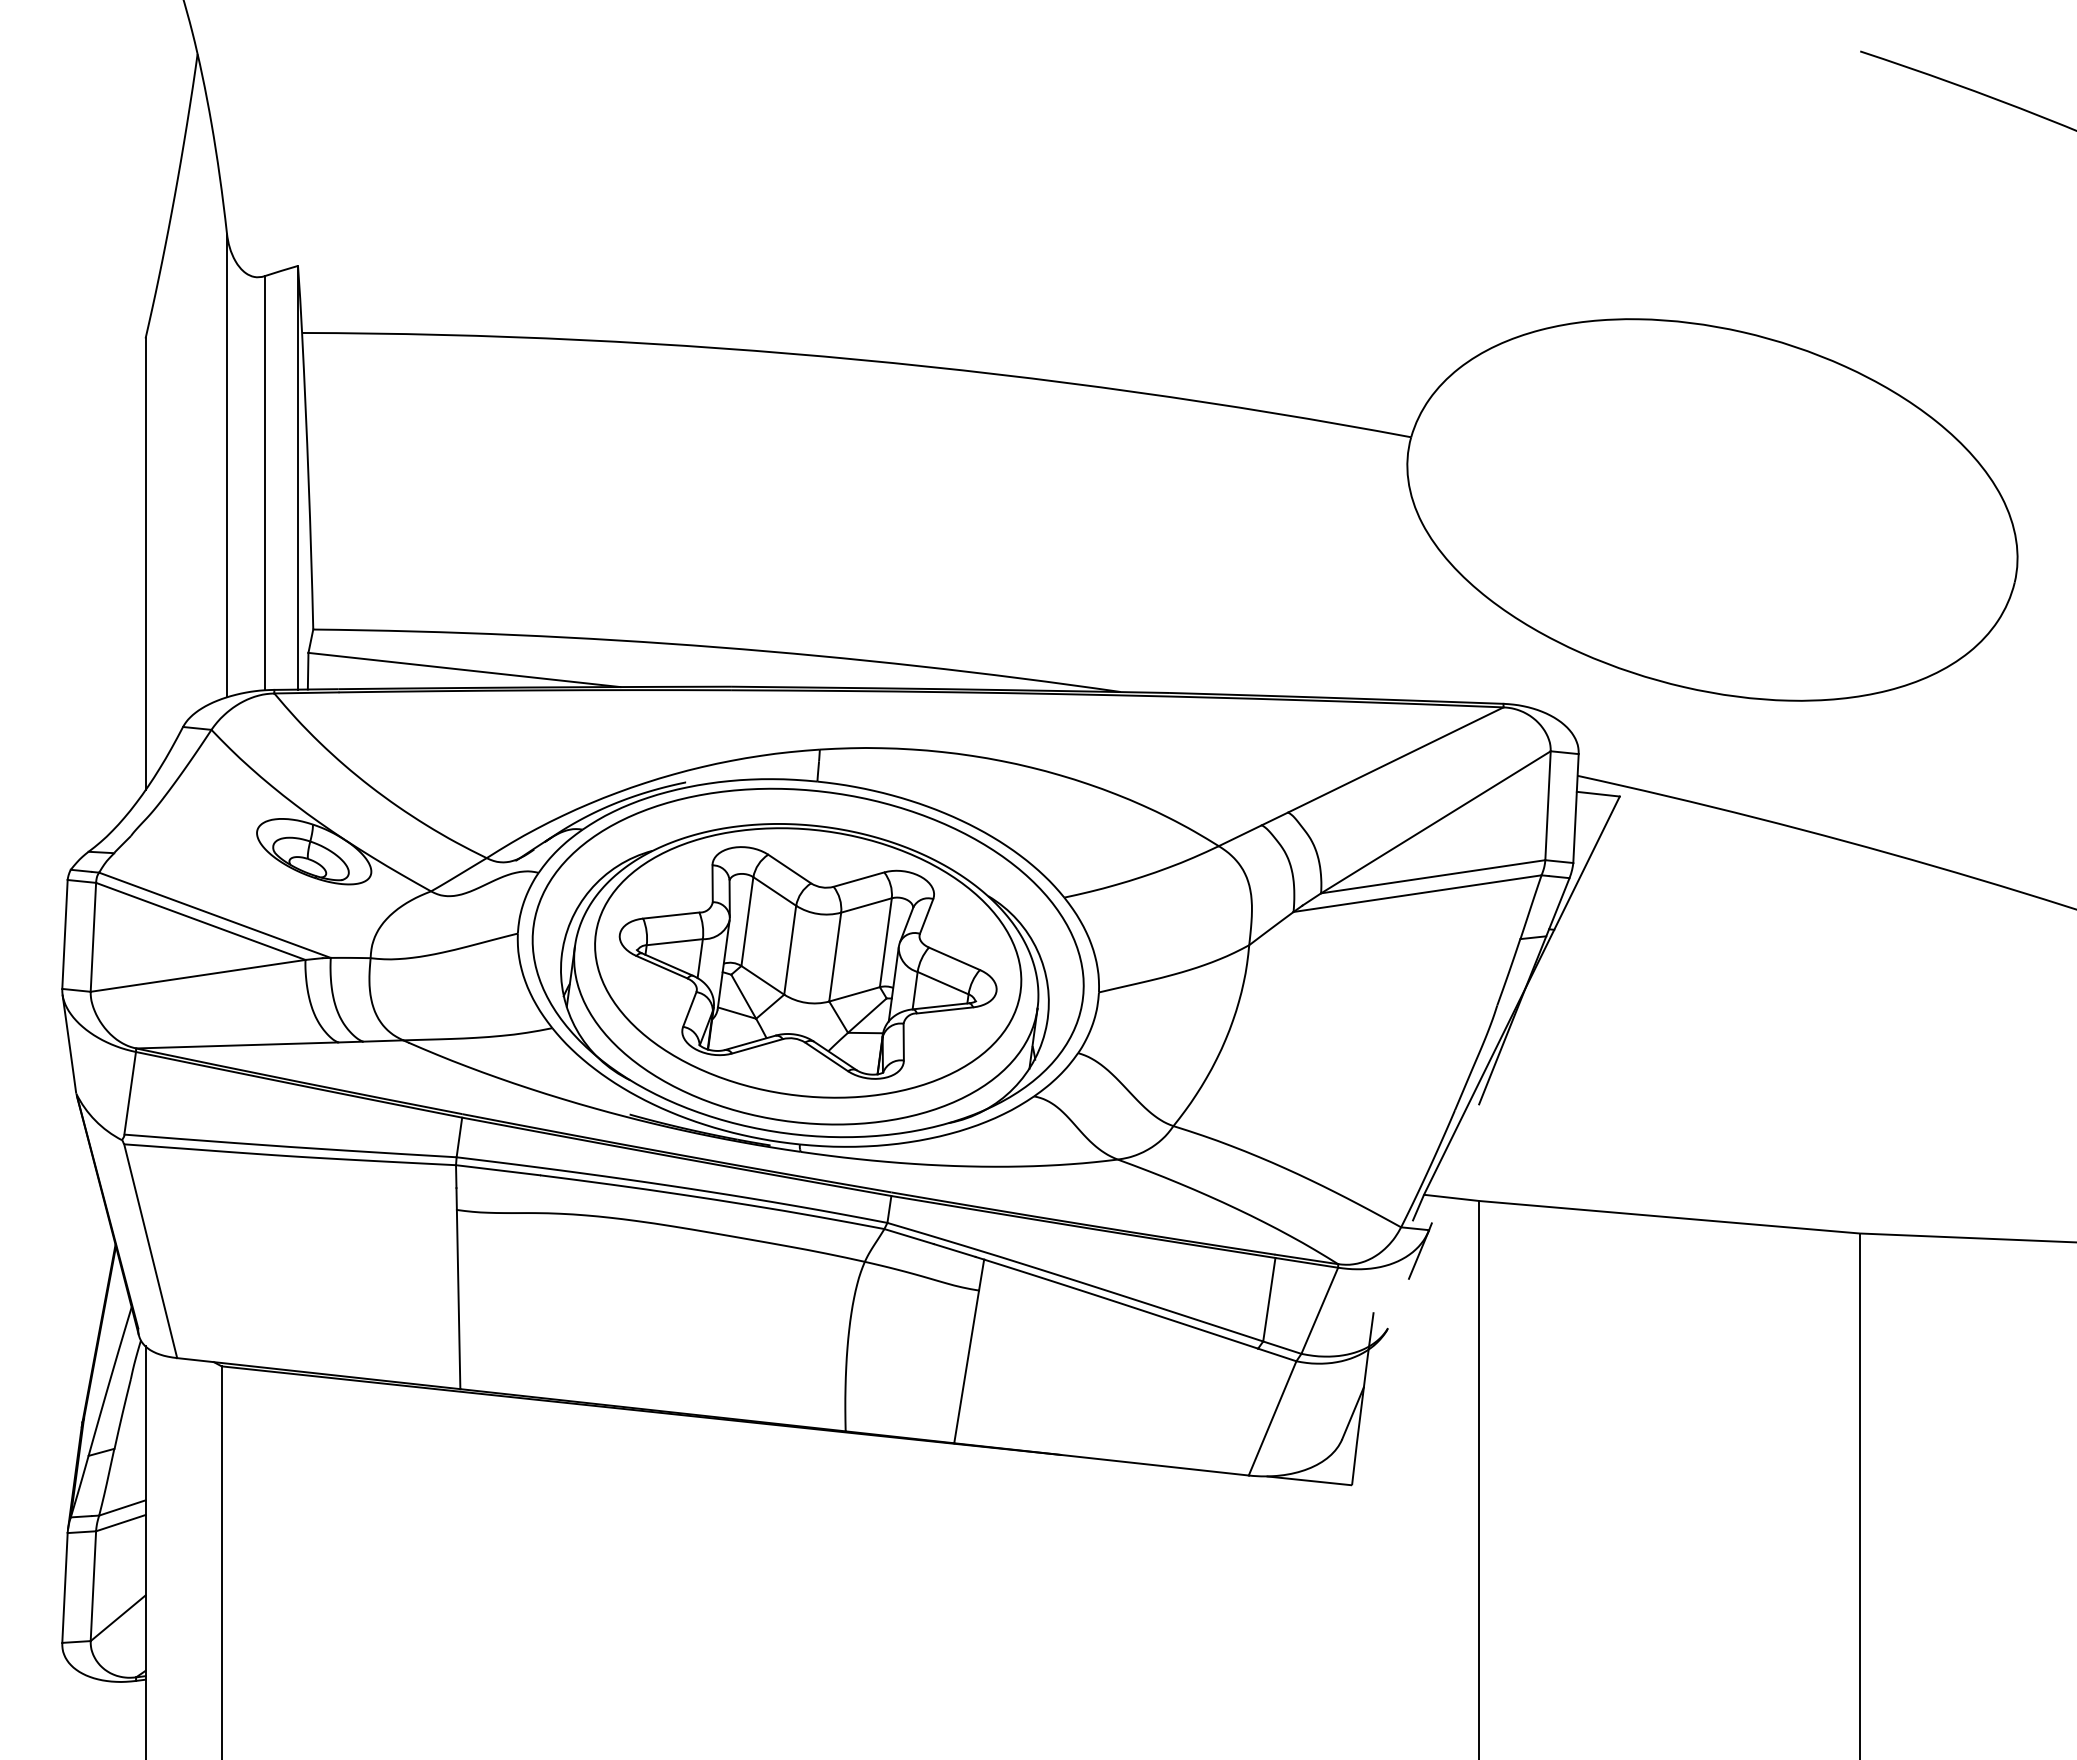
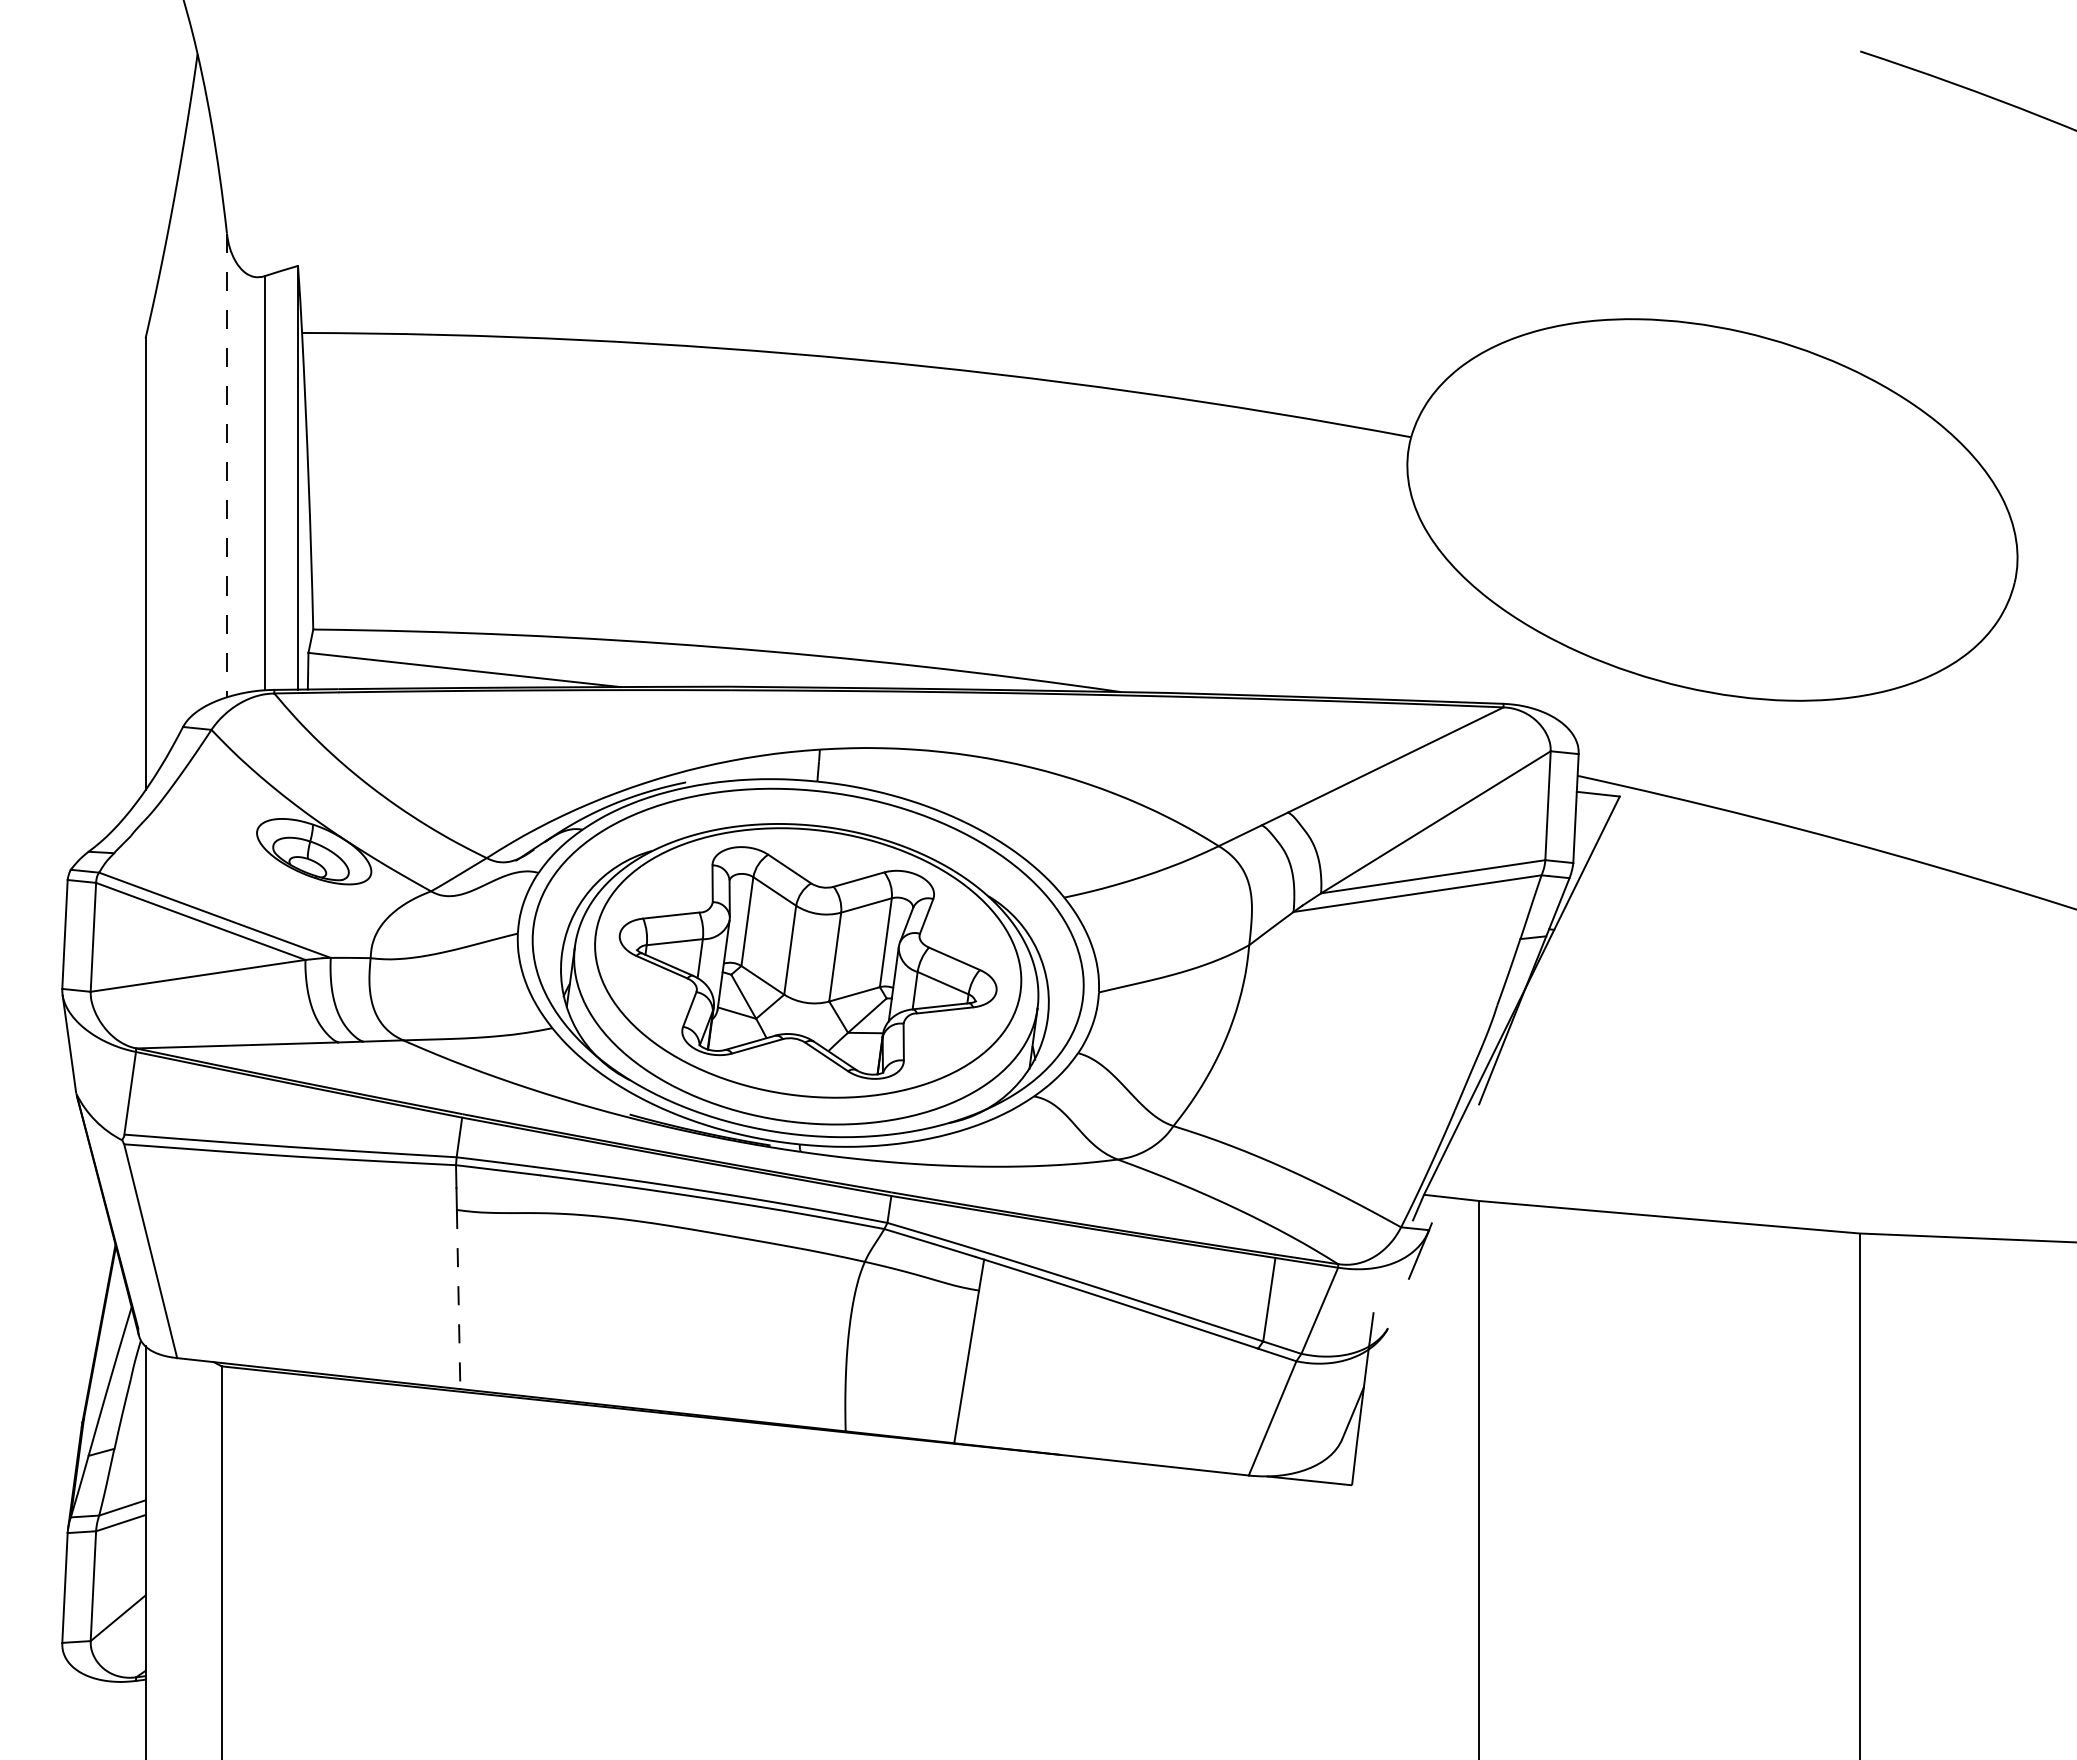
line at (226, 465): solid -> dashed
line at (458, 1299): solid -> dashed
